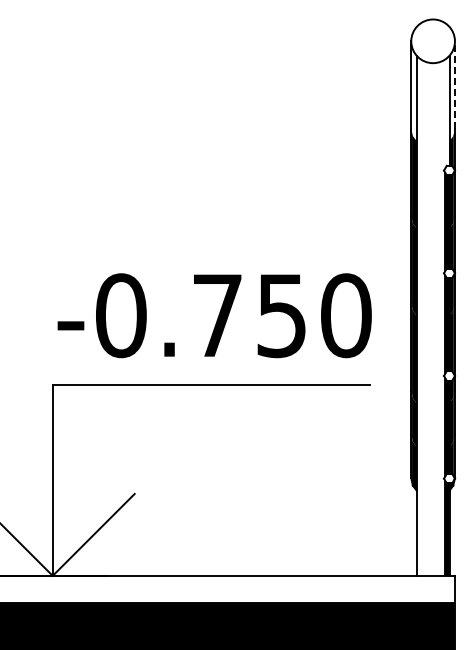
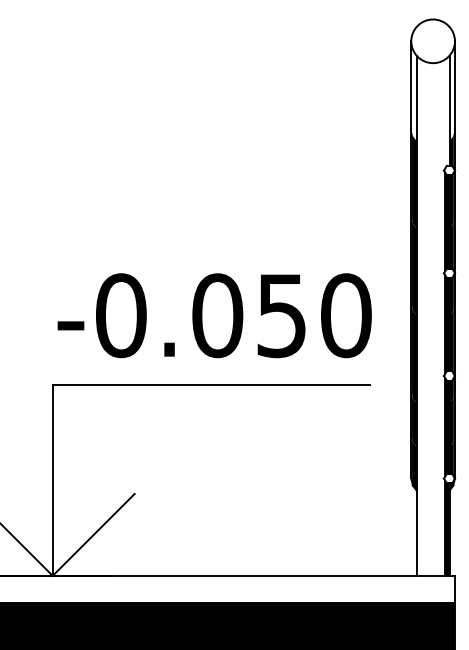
line at (454, 85): dashed -> solid
text at (217, 315): -0.750 -> -0.050
